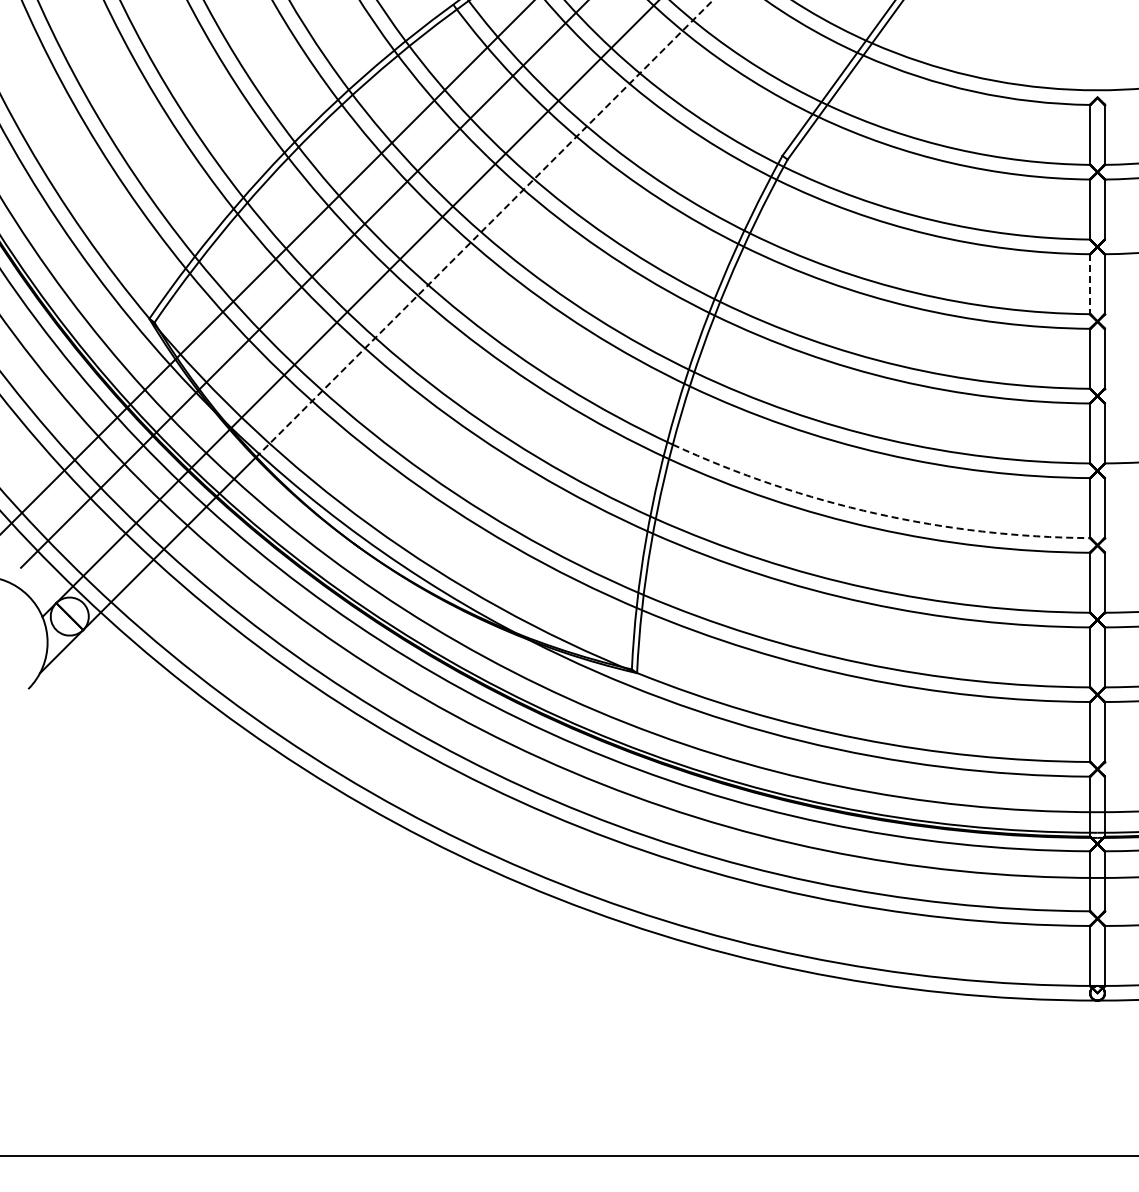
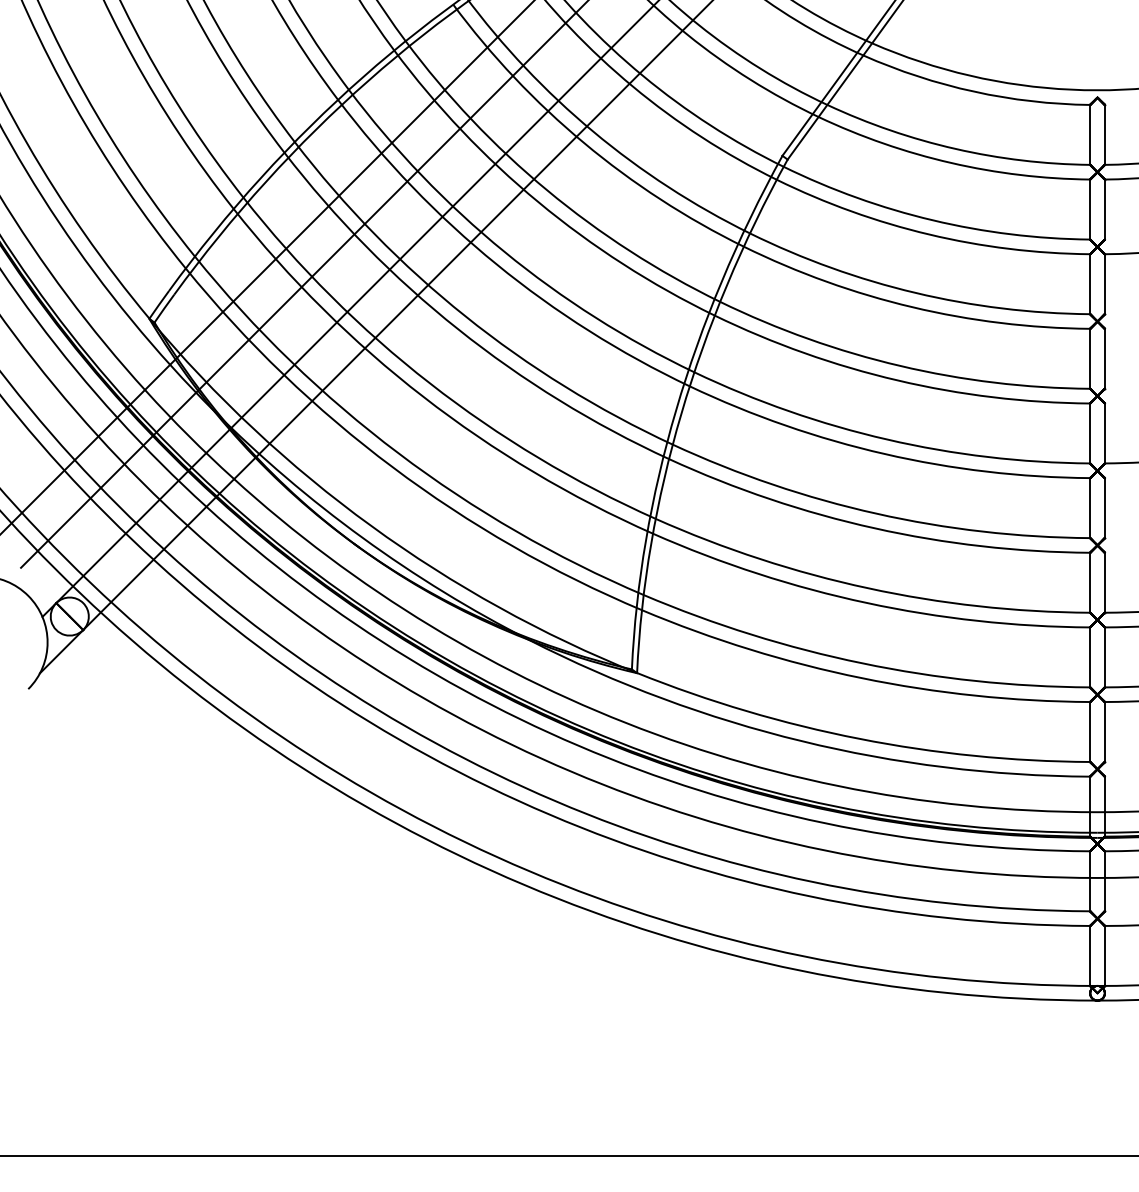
line at (484, 228): dashed -> solid
line at (1090, 284): dashed -> solid
arc at (876, 513): dashed -> solid
